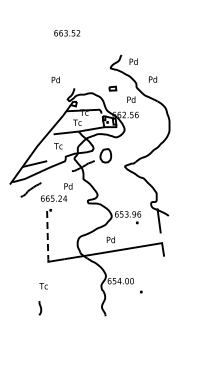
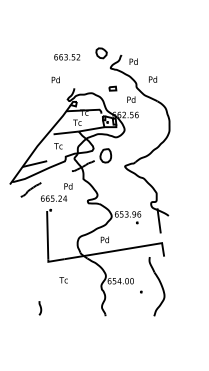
text at (67, 33) position: (67, 33) -> (67, 57)
part at (101, 53): none -> present
line at (47, 235): dashed -> solid
text at (110, 239) position: (110, 239) -> (104, 239)
text at (43, 286) position: (43, 286) -> (63, 280)
part at (156, 286): none -> present
